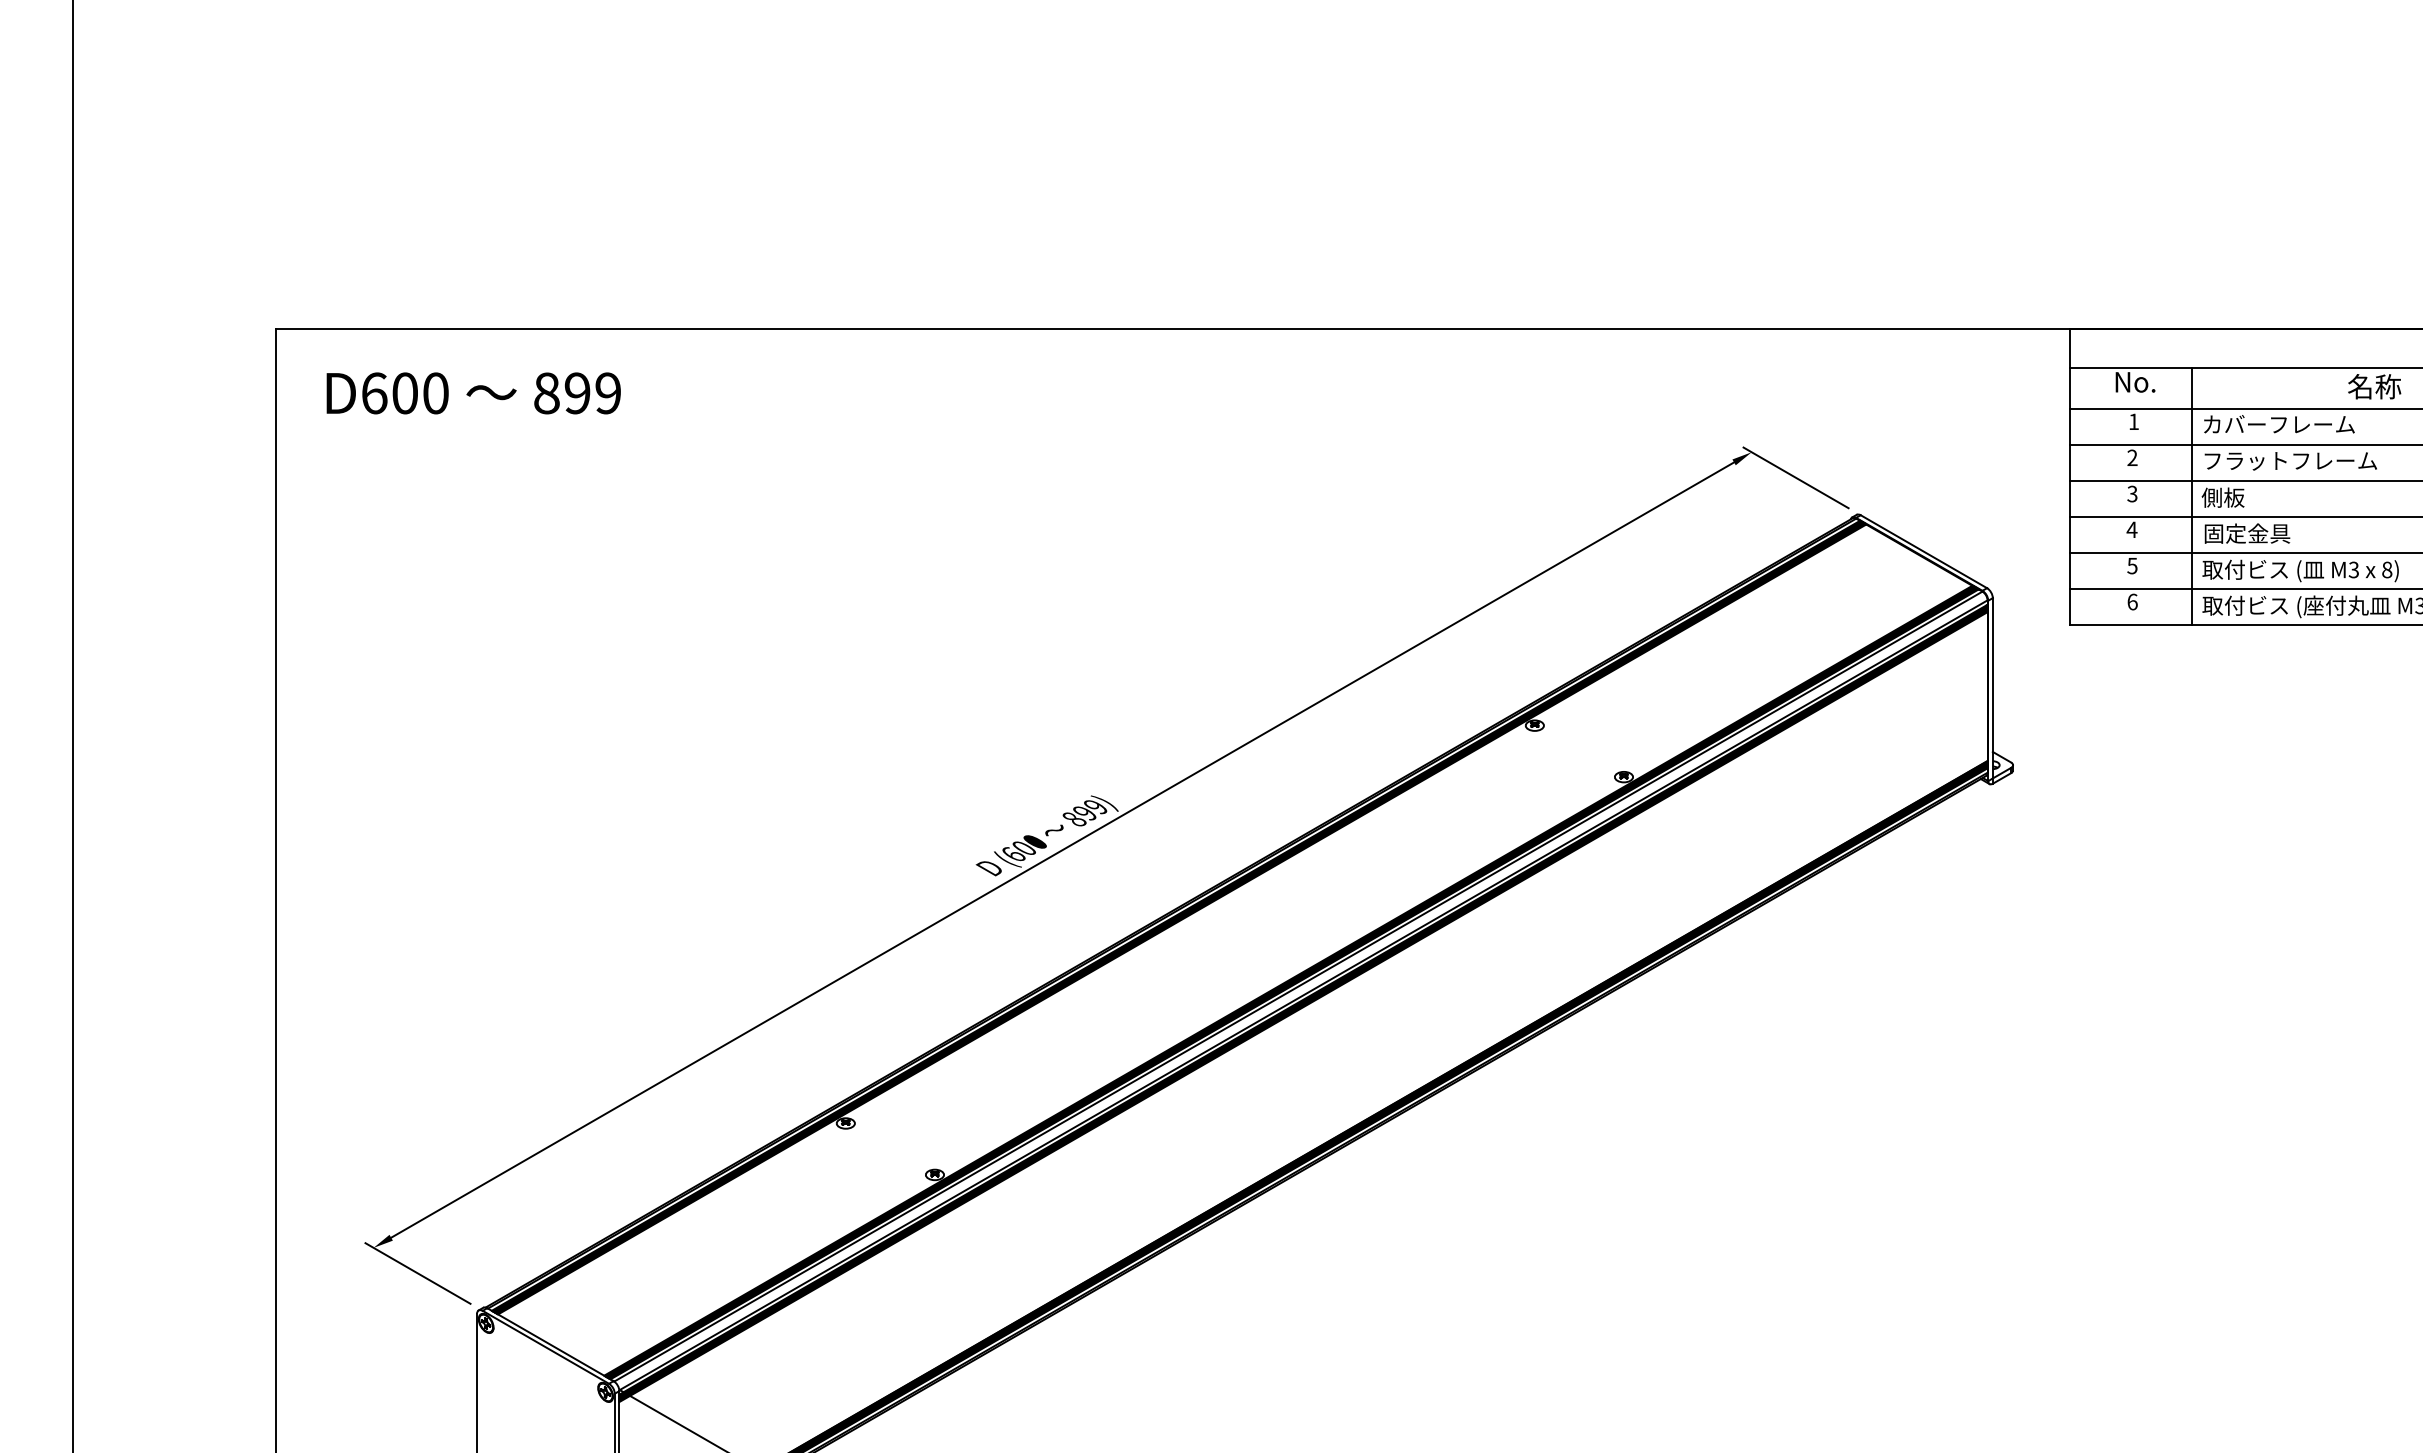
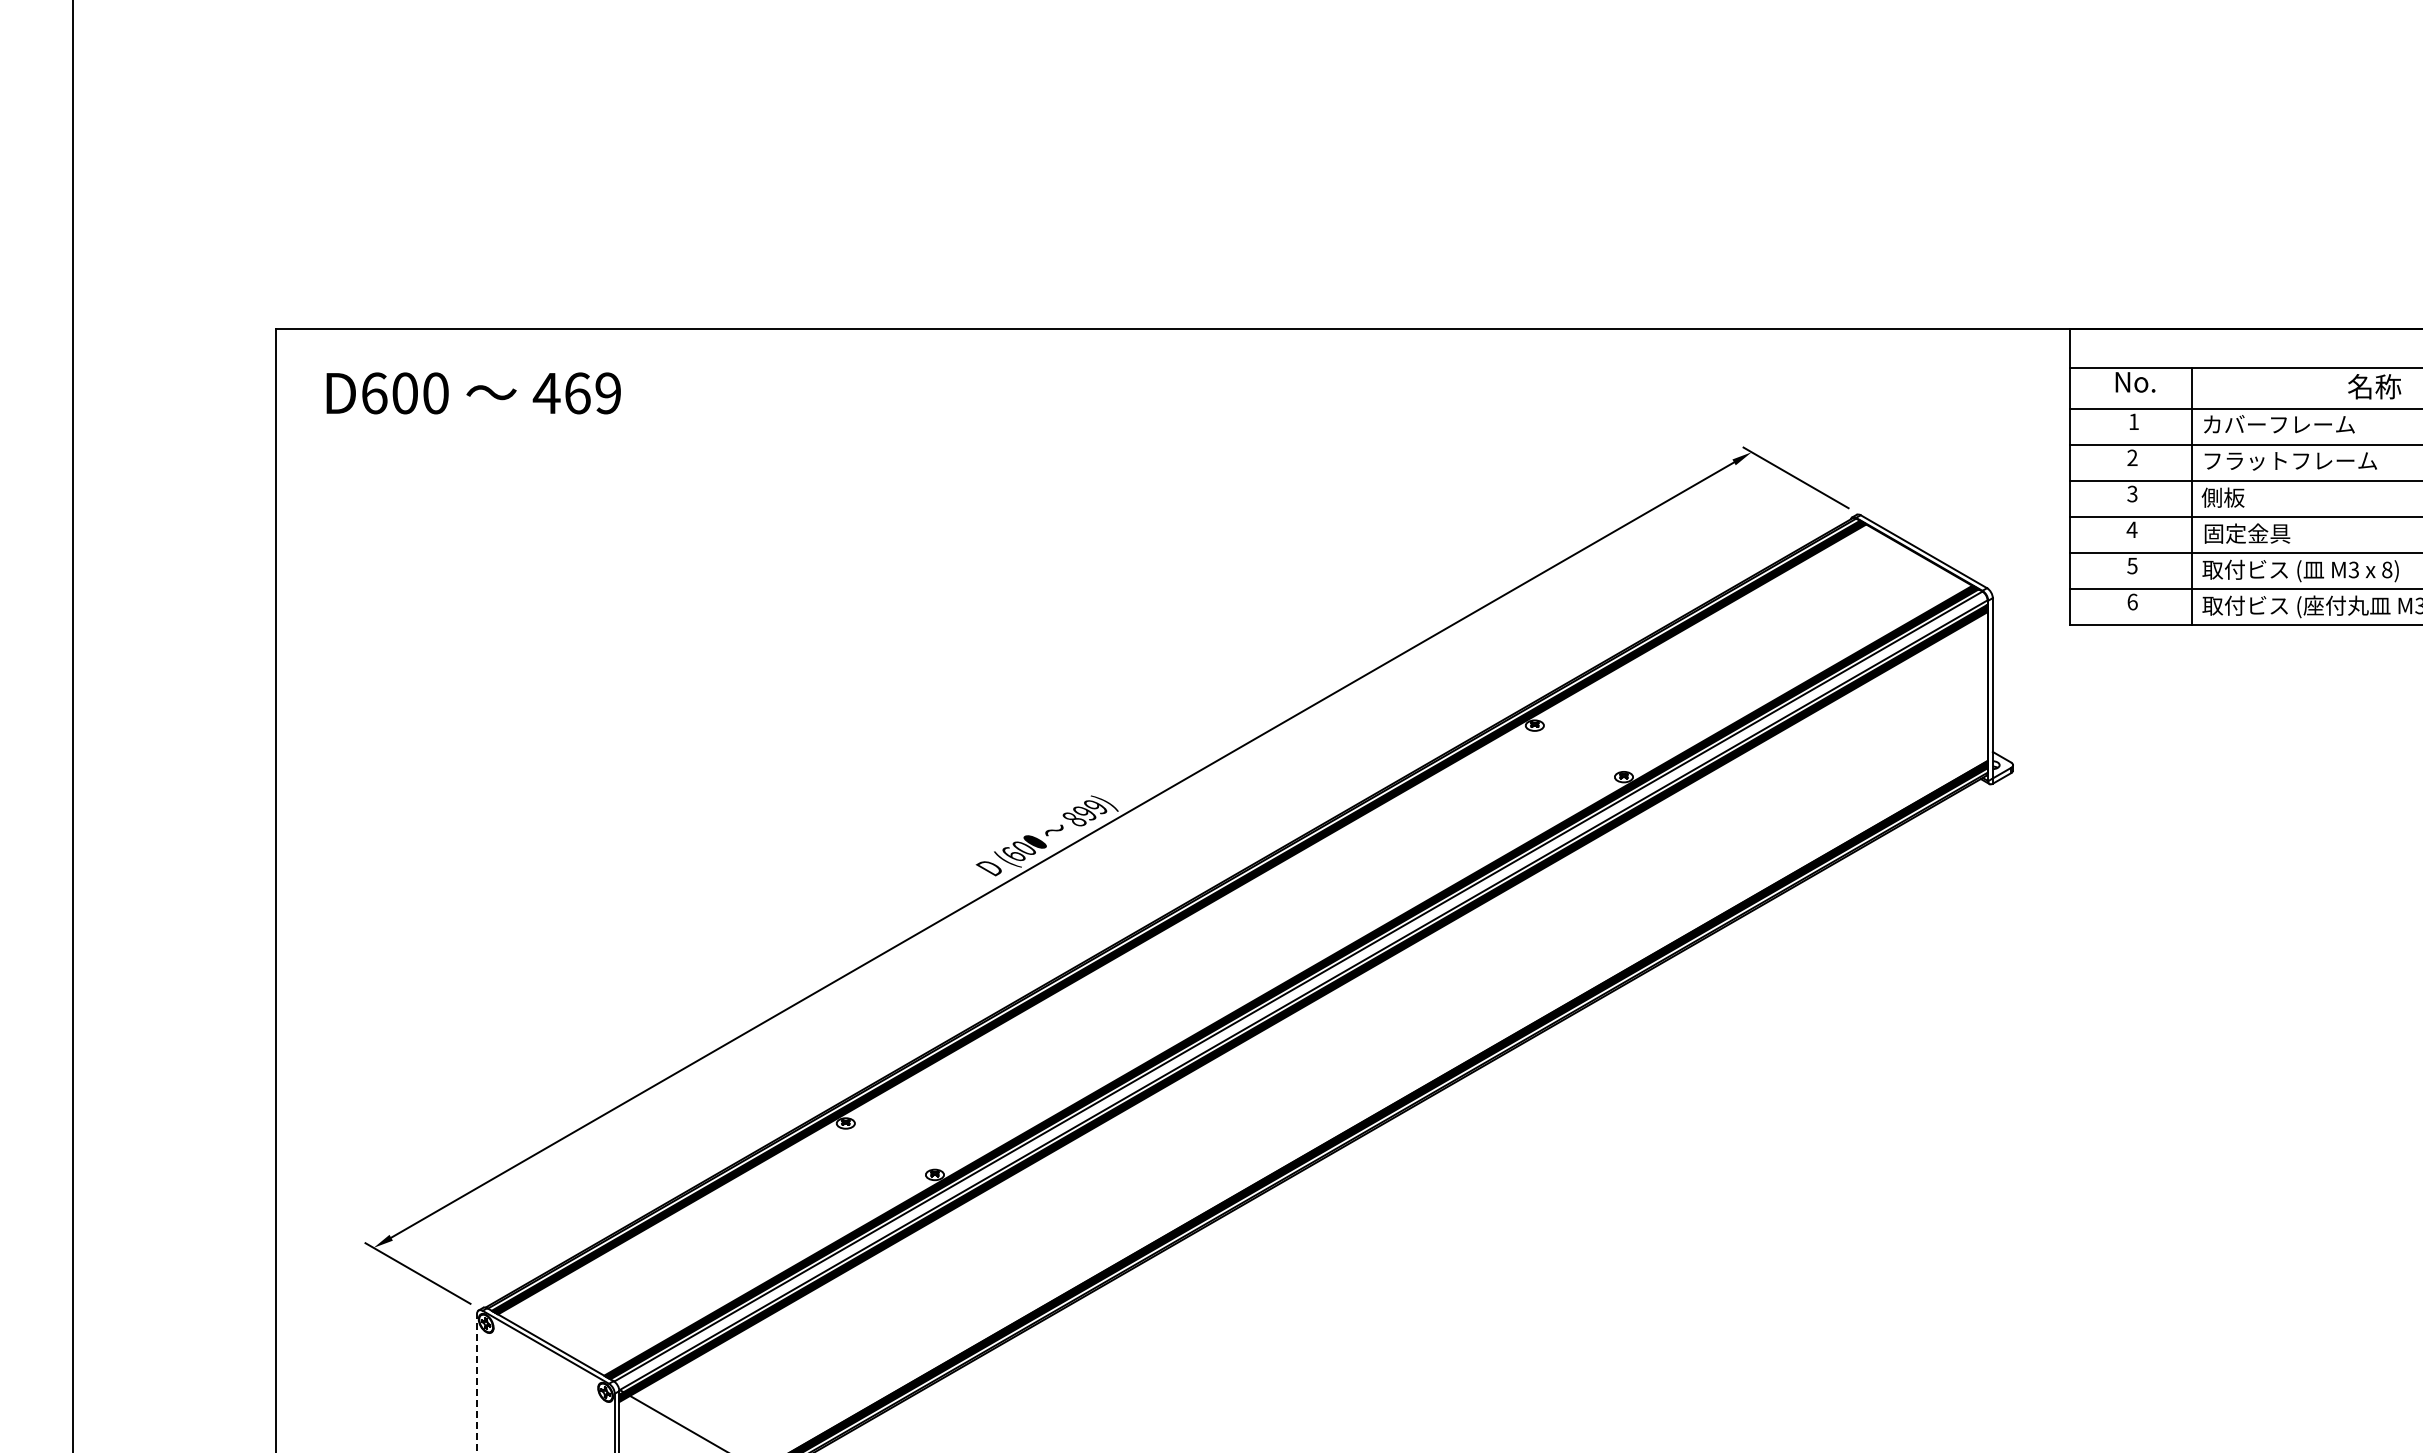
text at (561, 393): 899 -> 469
line at (476, 1382): solid -> dashed
